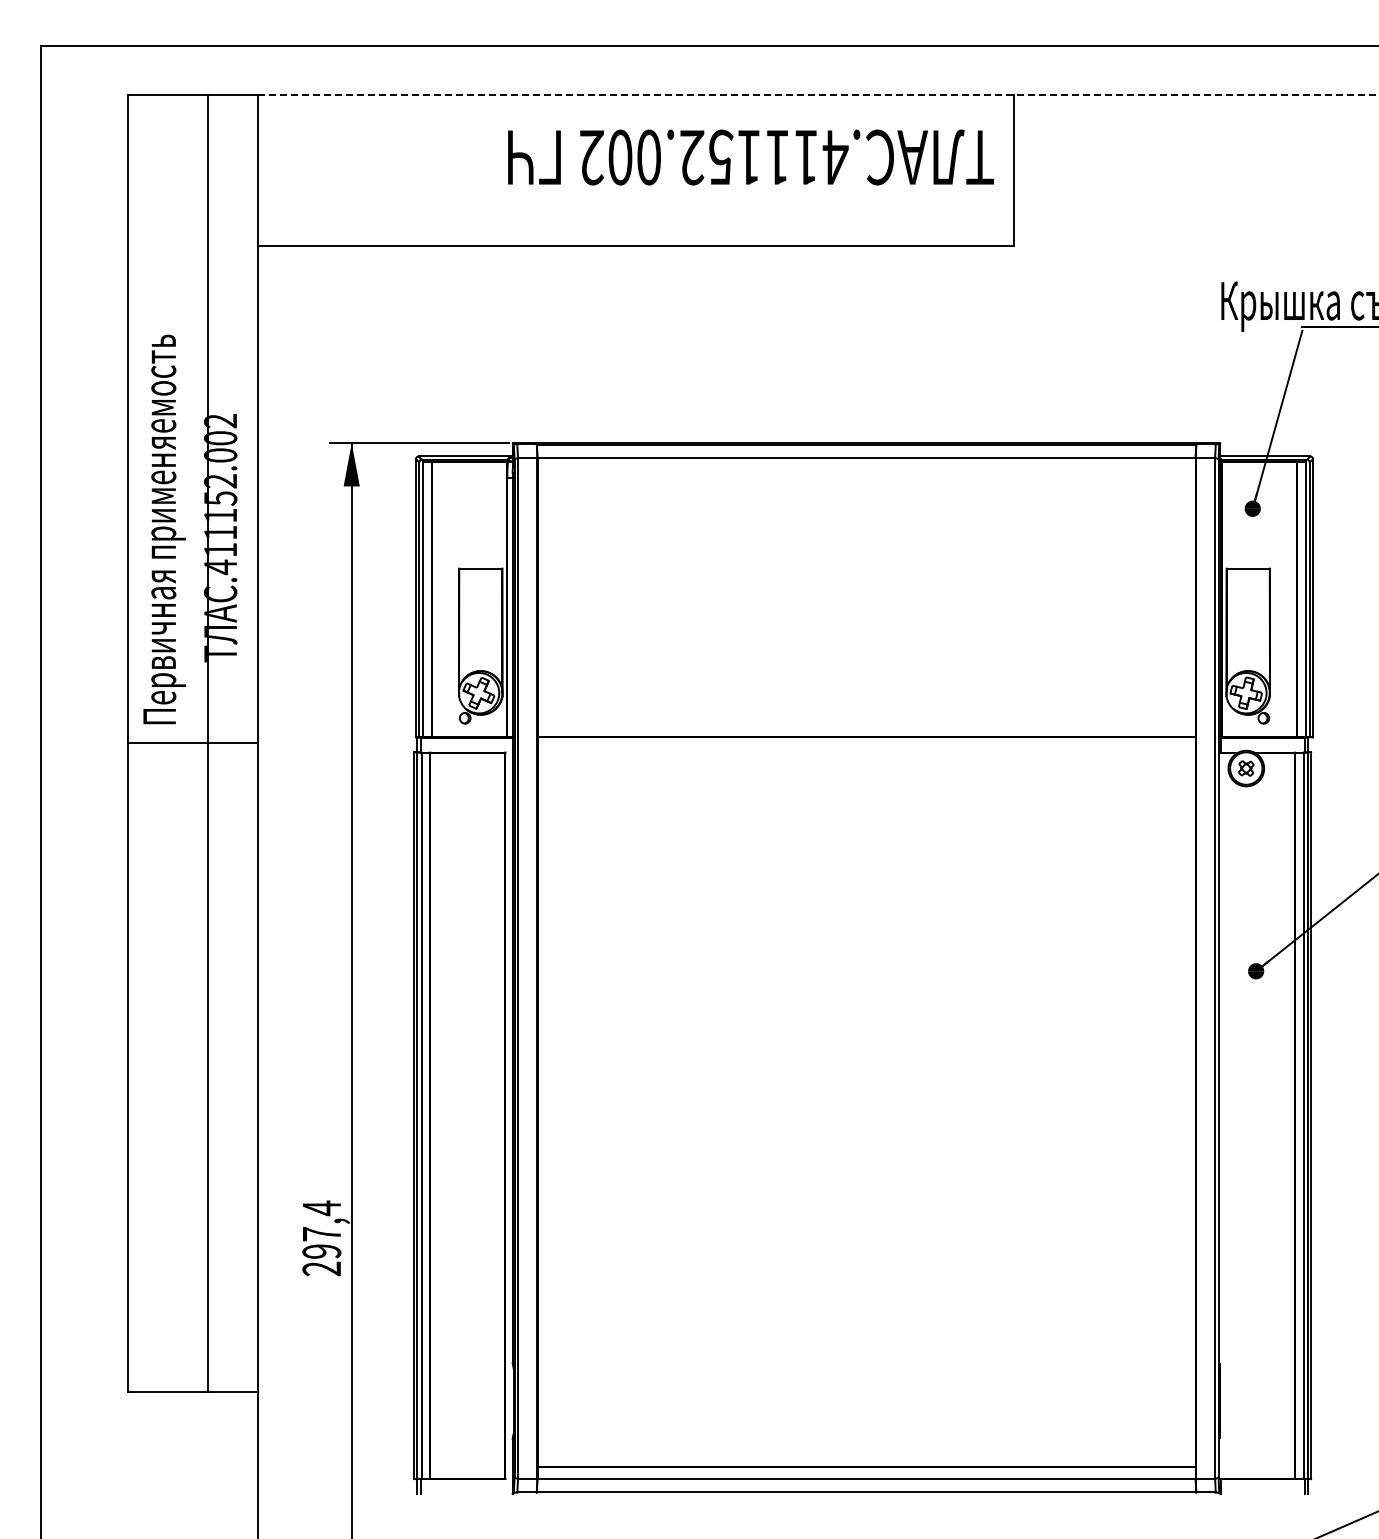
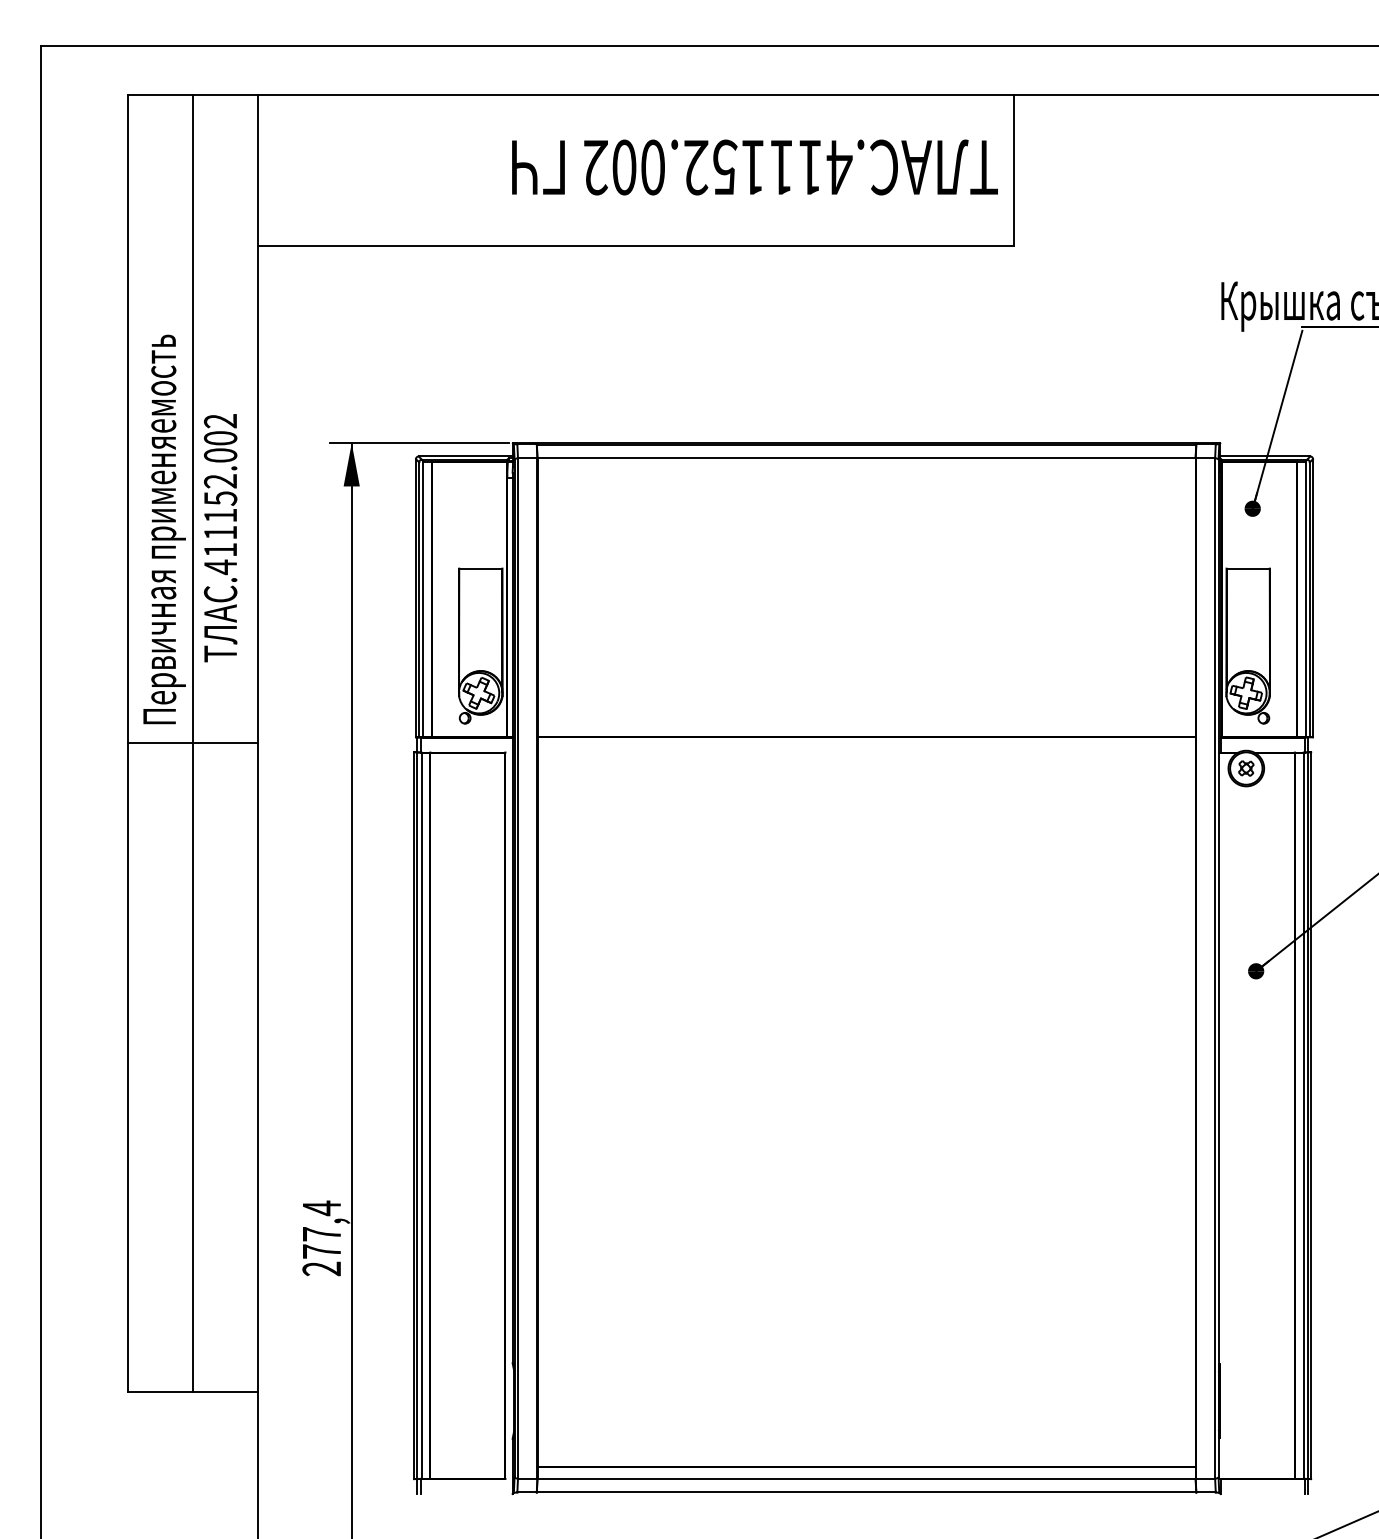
line at (818, 94): dashed -> solid
text at (750, 157) position: (750, 157) -> (754, 167)
line at (207, 742) position: (207, 742) -> (192, 742)
text at (321, 1251): 297,4 -> 277,4
